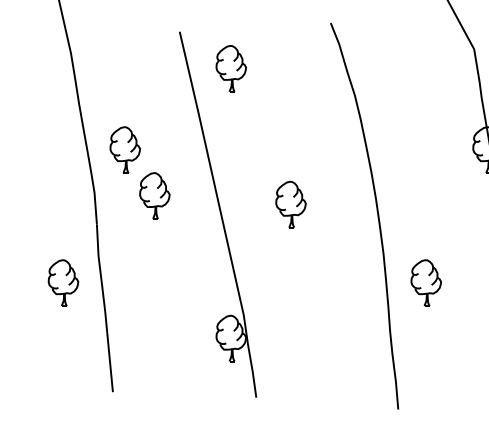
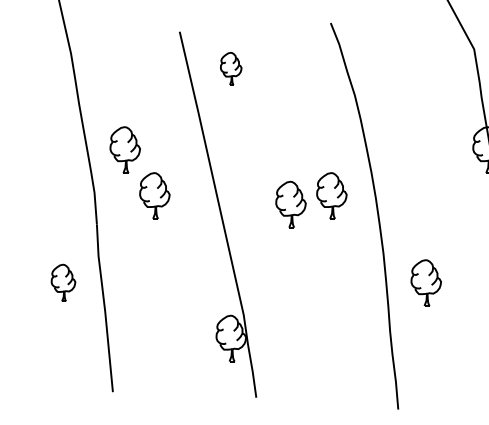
part at (230, 68) size: 32x48 px -> 23x34 px
part at (331, 195): none -> present
part at (63, 282) size: 33x48 px -> 27x39 px
